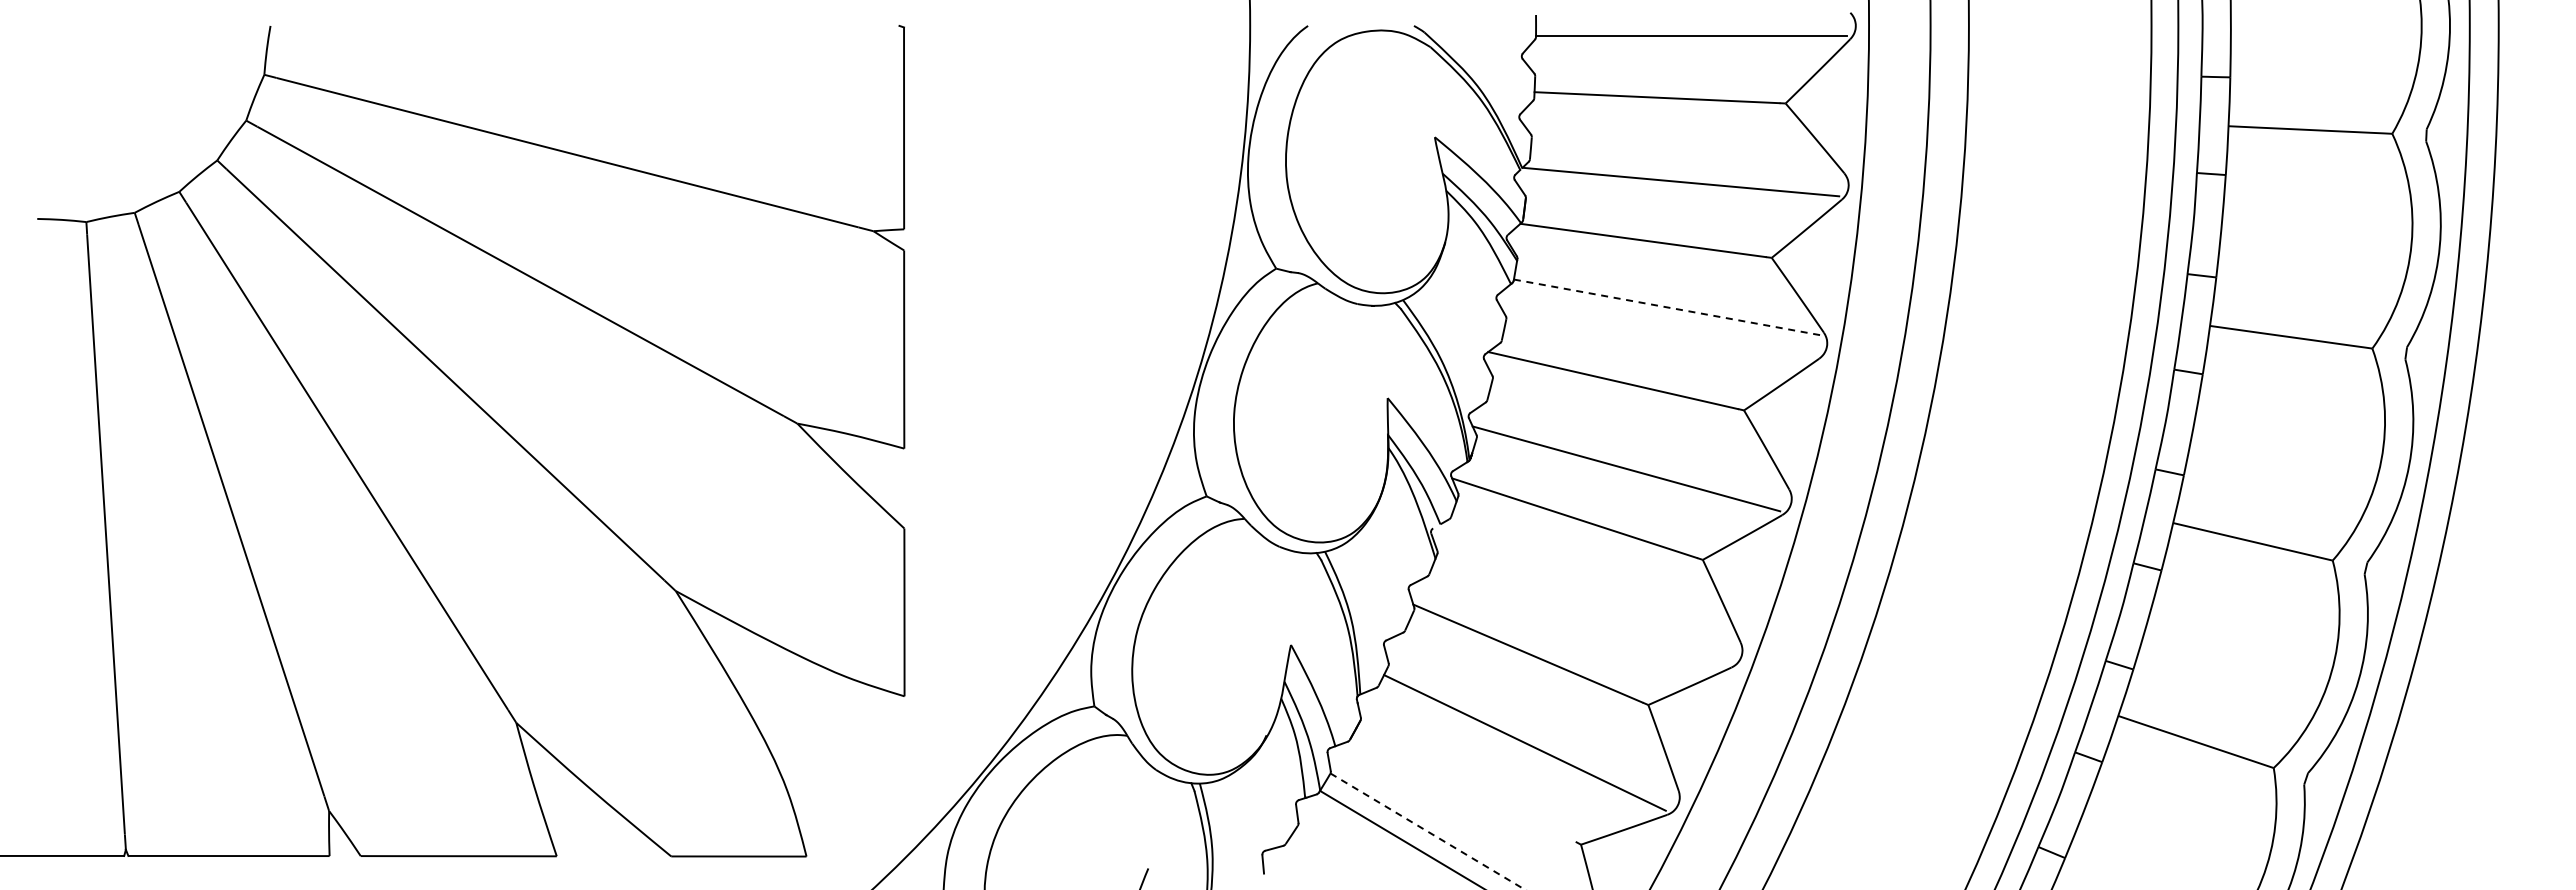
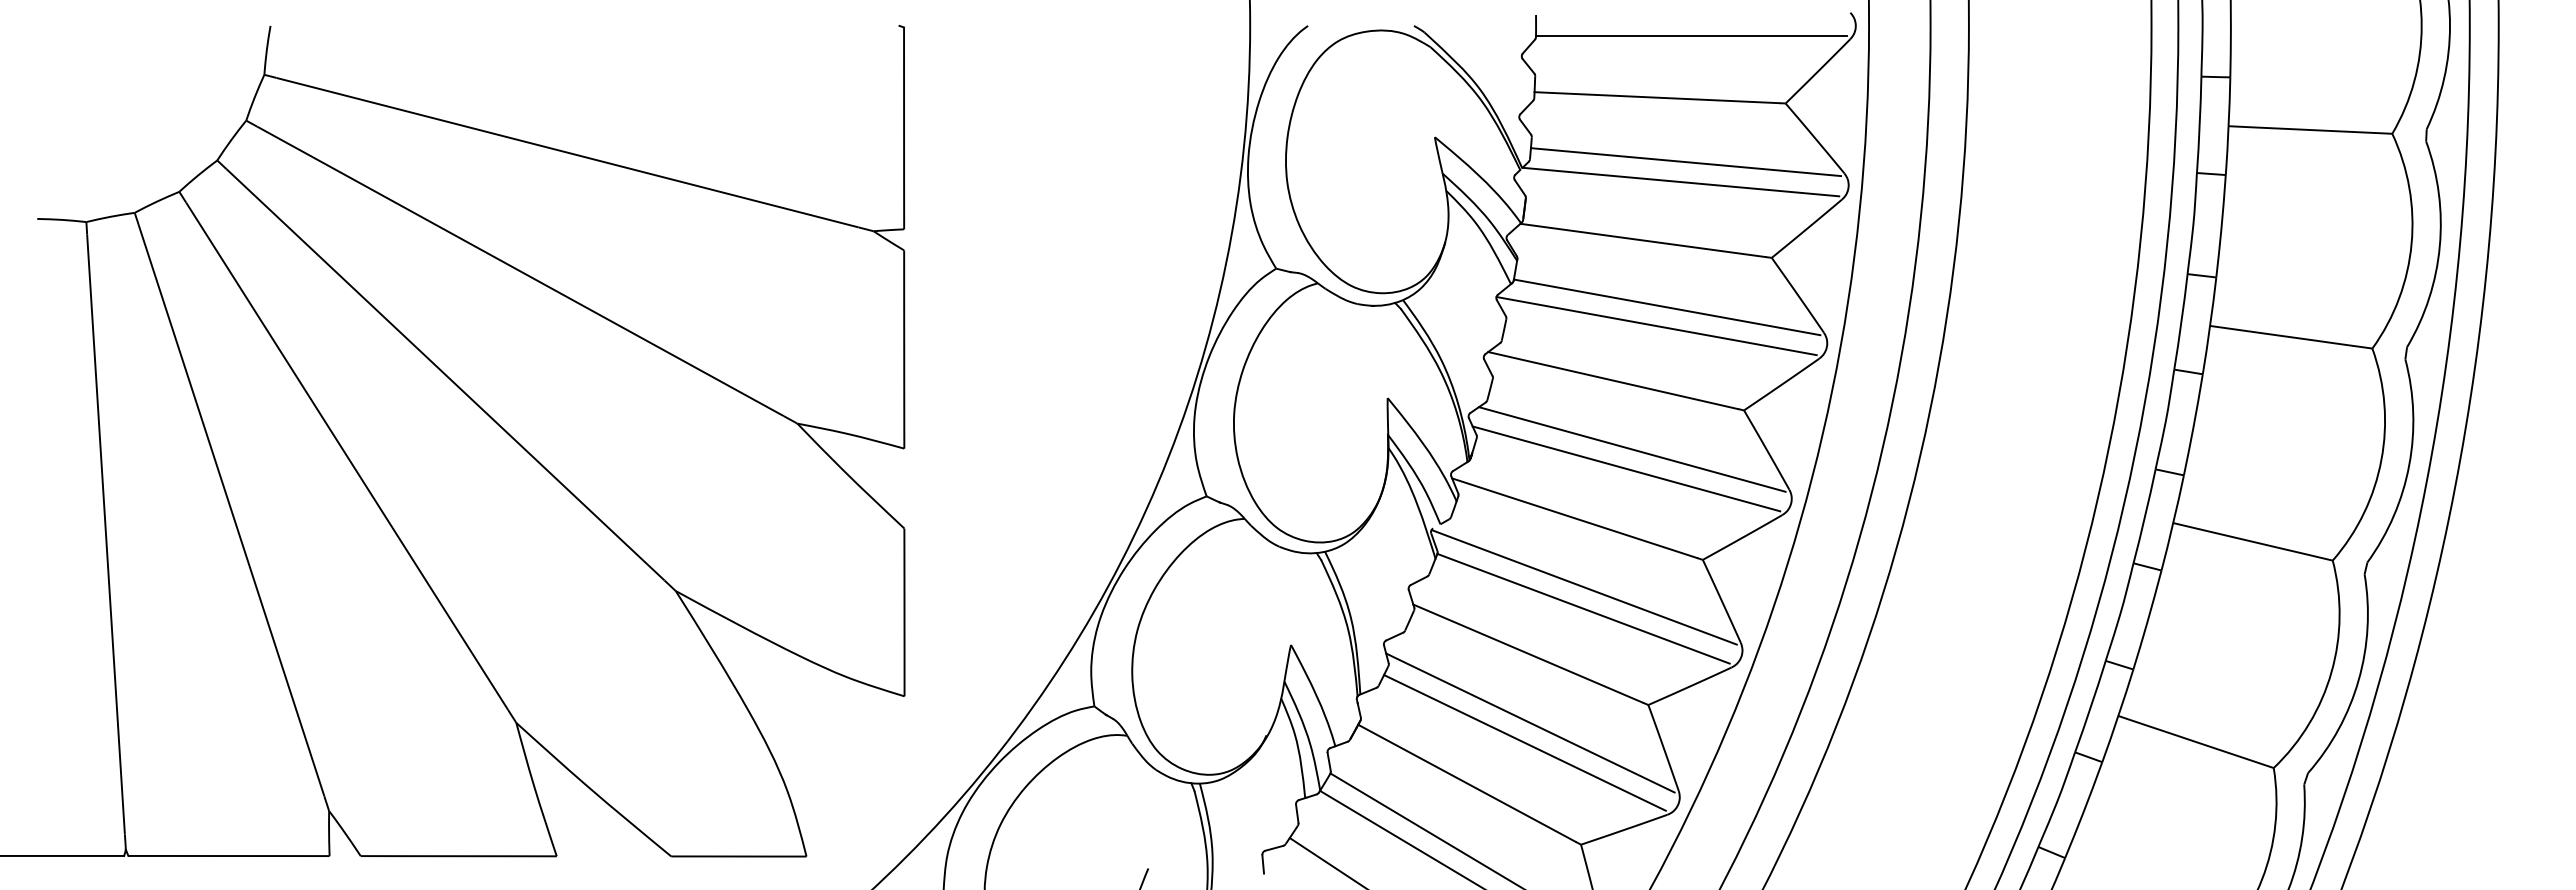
line at (1685, 162): none -> present
line at (1667, 307): dashed -> solid
line at (1656, 326): none -> present
line at (1631, 449): none -> present
line at (1583, 587): none -> present
line at (1583, 608): none -> present
line at (1530, 722): none -> present
line at (1466, 782): none -> present
line at (1428, 831): dashed -> solid
line at (1326, 862): none -> present
